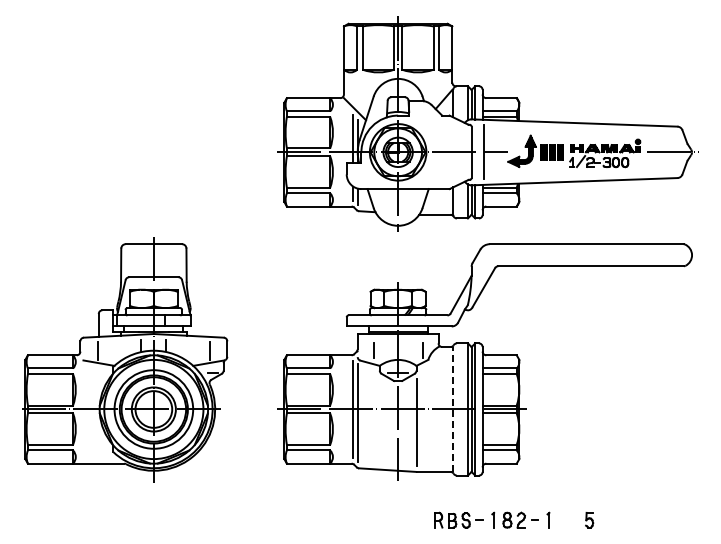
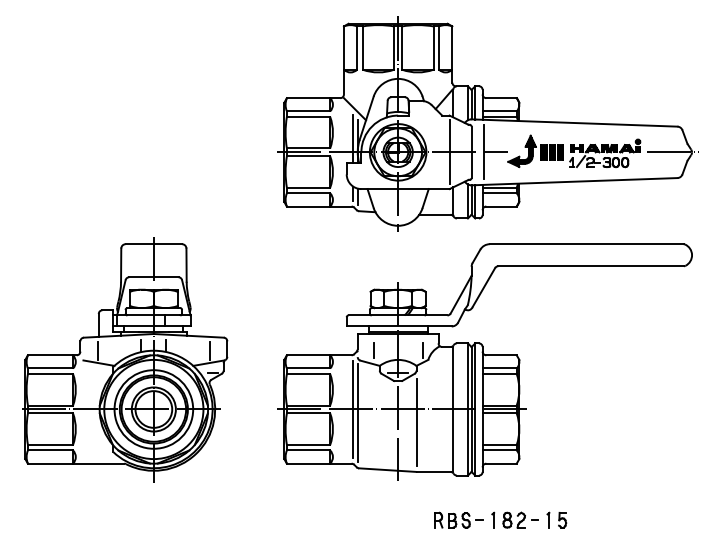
line at (449, 152): none -> present
line at (453, 408): dashed -> solid
part at (589, 520) position: (589, 520) -> (562, 520)
